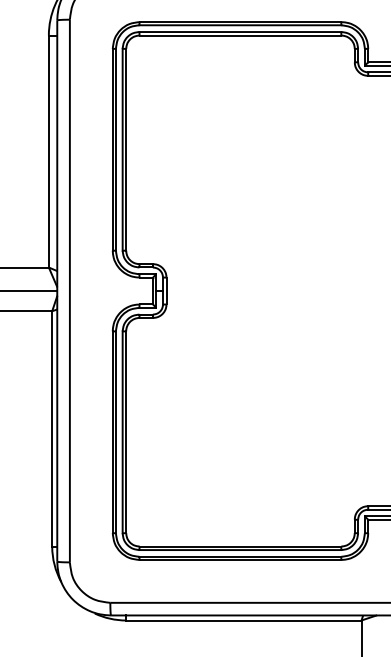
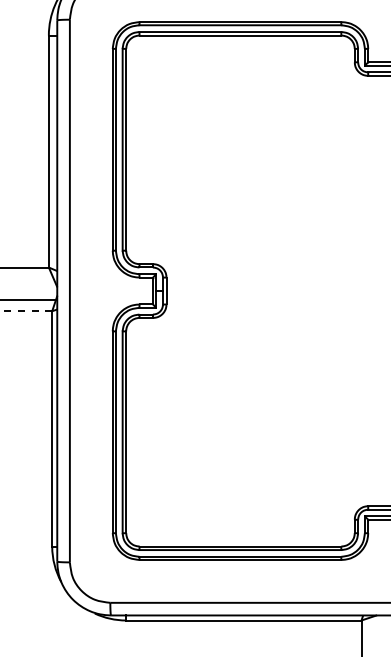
line at (29, 291) position: (29, 291) -> (29, 300)
line at (26, 311): solid -> dashed
